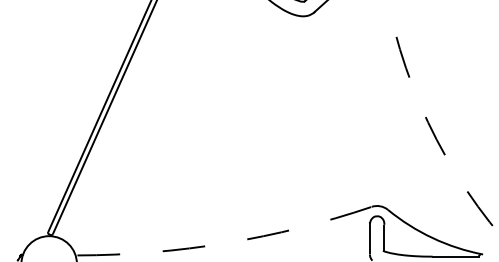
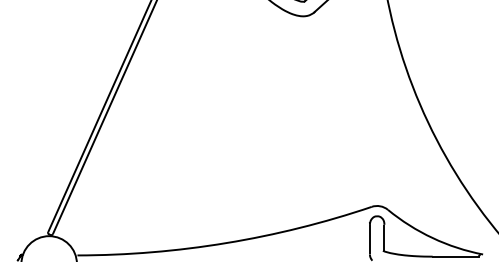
arc at (428, 123): dashed -> solid
arc at (226, 243): dashed -> solid
